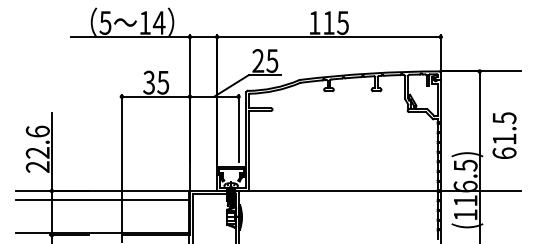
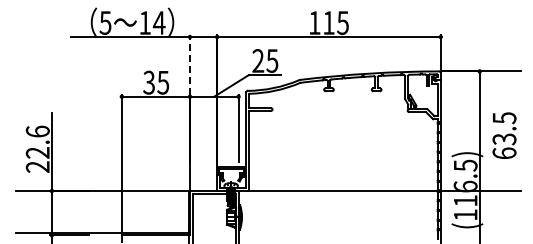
line at (189, 64): solid -> dashed
text at (504, 139): 61.5 -> 63.5
line at (101, 200): present -> none
